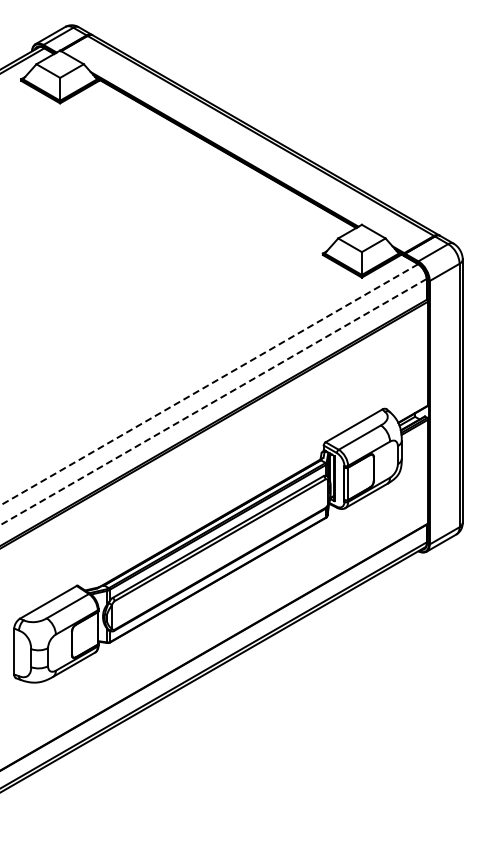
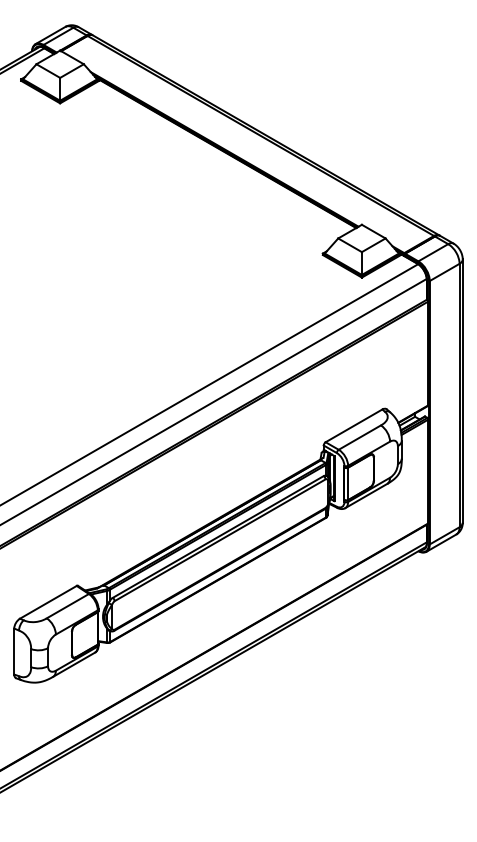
line at (208, 385): dashed -> solid
line at (213, 402): dashed -> solid
